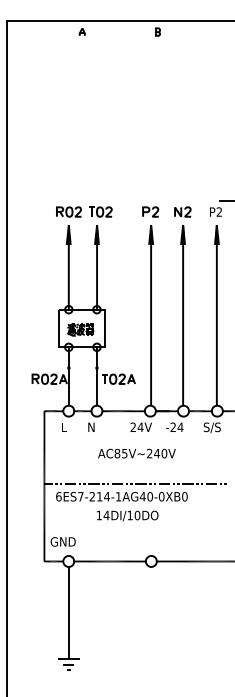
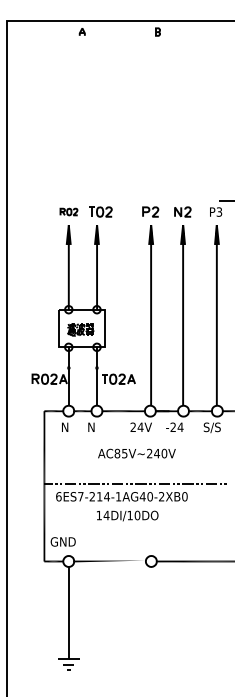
part at (68, 211) size: 26x12 px -> 20x10 px
text at (219, 212): P2 -> P3
text at (65, 426): L -> N
text at (161, 496): 6ES7-214-1AG40-0XB0 -> 6ES7-214-1AG40-2XB0
fill at (109, 561): present -> none
